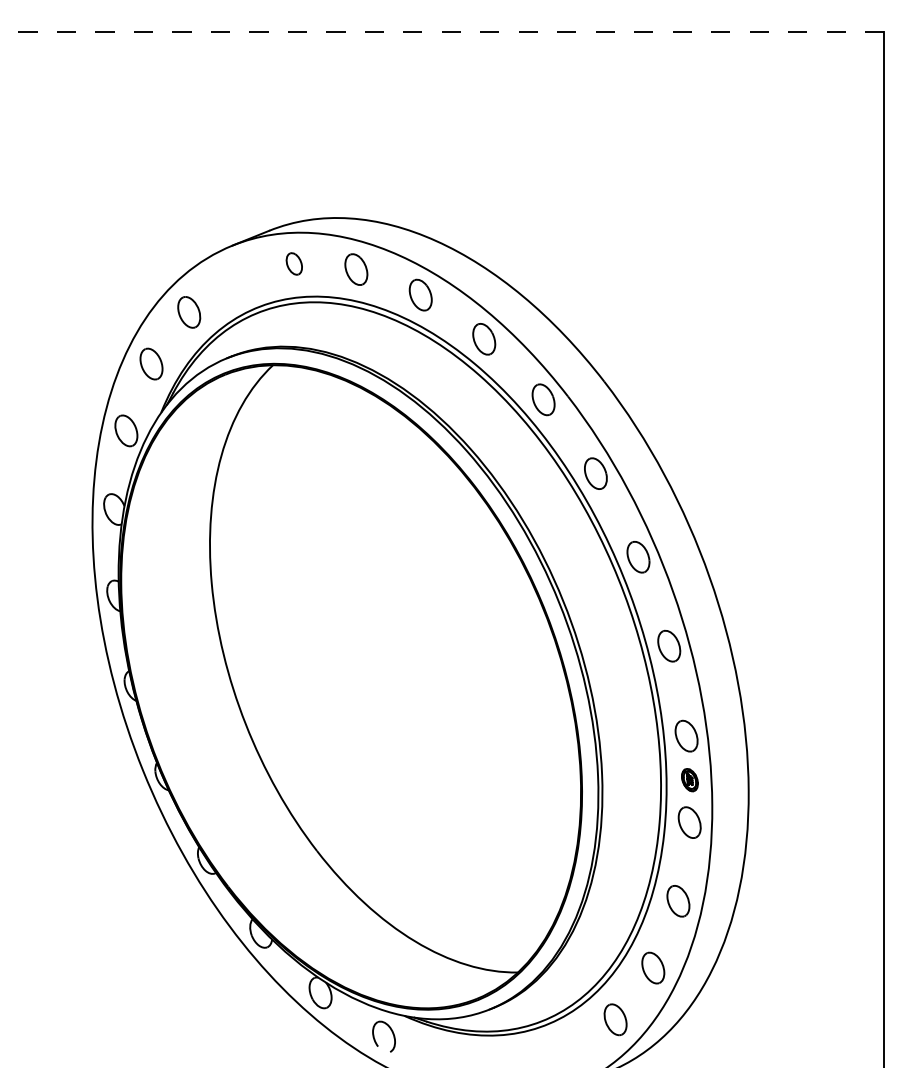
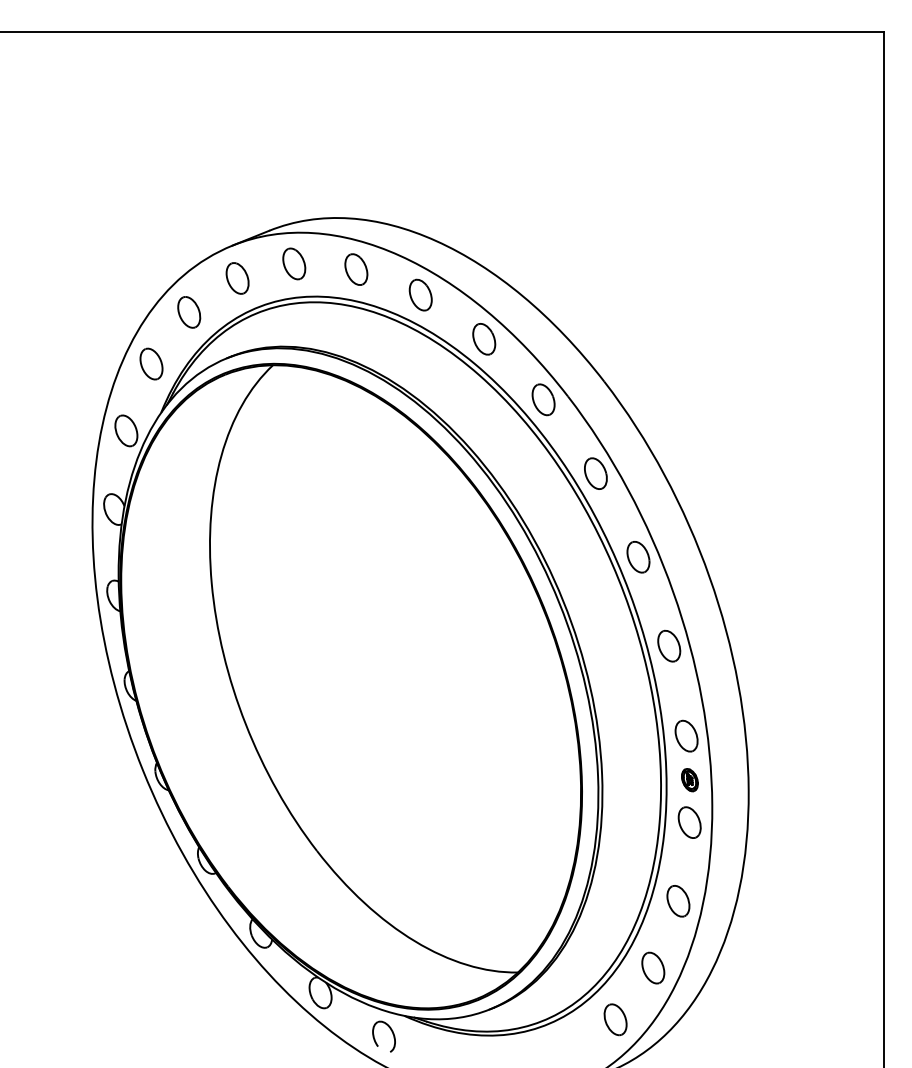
line at (442, 32): dashed -> solid
part at (293, 263) size: 18x24 px -> 25x34 px
part at (237, 278): none -> present
